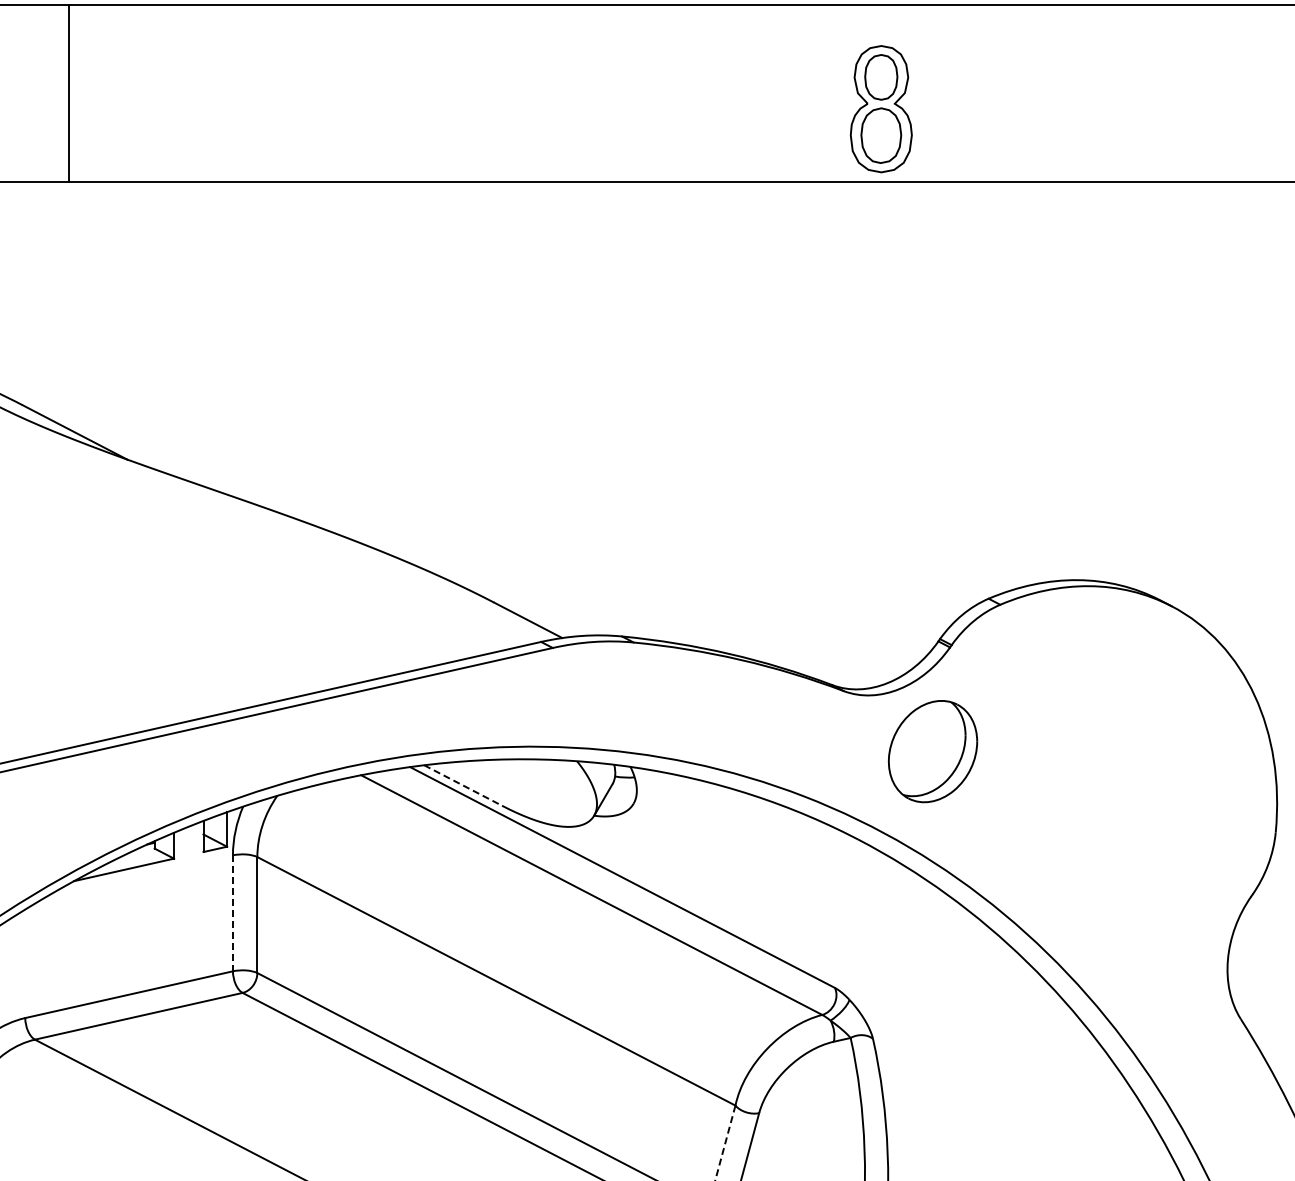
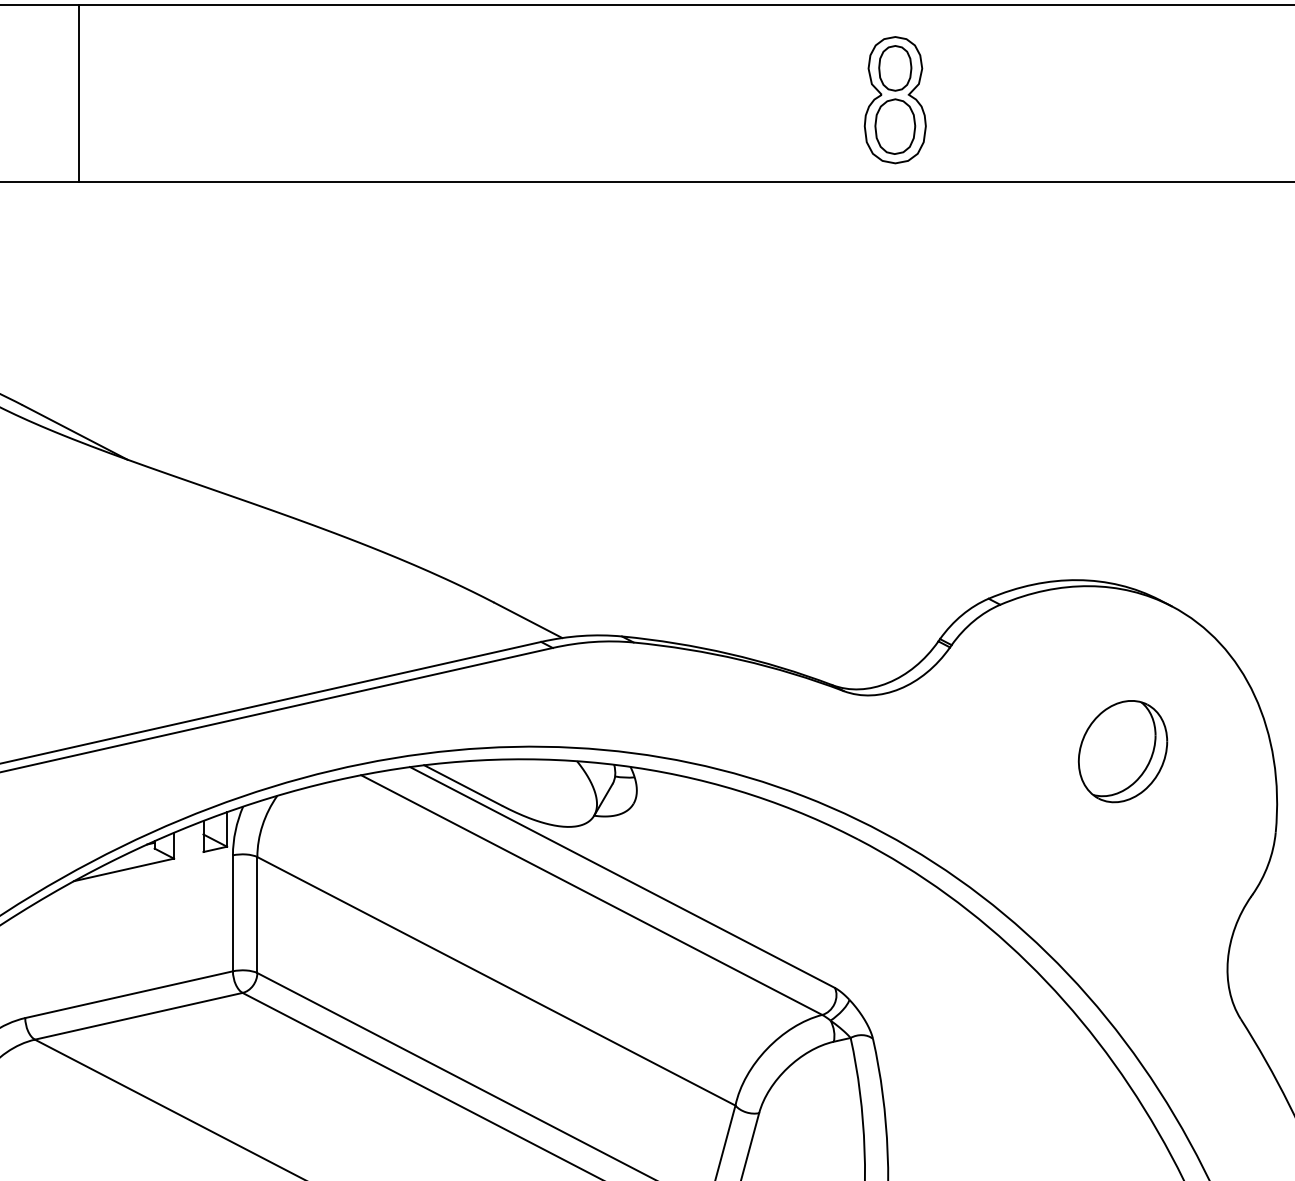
line at (68, 93) position: (68, 93) -> (78, 93)
part at (880, 109) position: (880, 109) -> (894, 100)
part at (932, 751) position: (932, 751) -> (1122, 751)
line at (463, 785): dashed -> solid
line at (232, 913): dashed -> solid
line at (725, 1143): dashed -> solid
